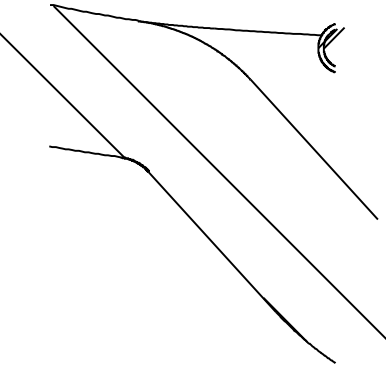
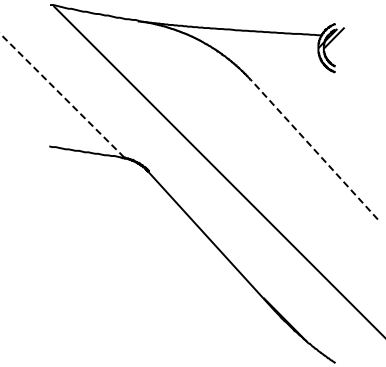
line at (62, 95): solid -> dashed
line at (314, 149): solid -> dashed
